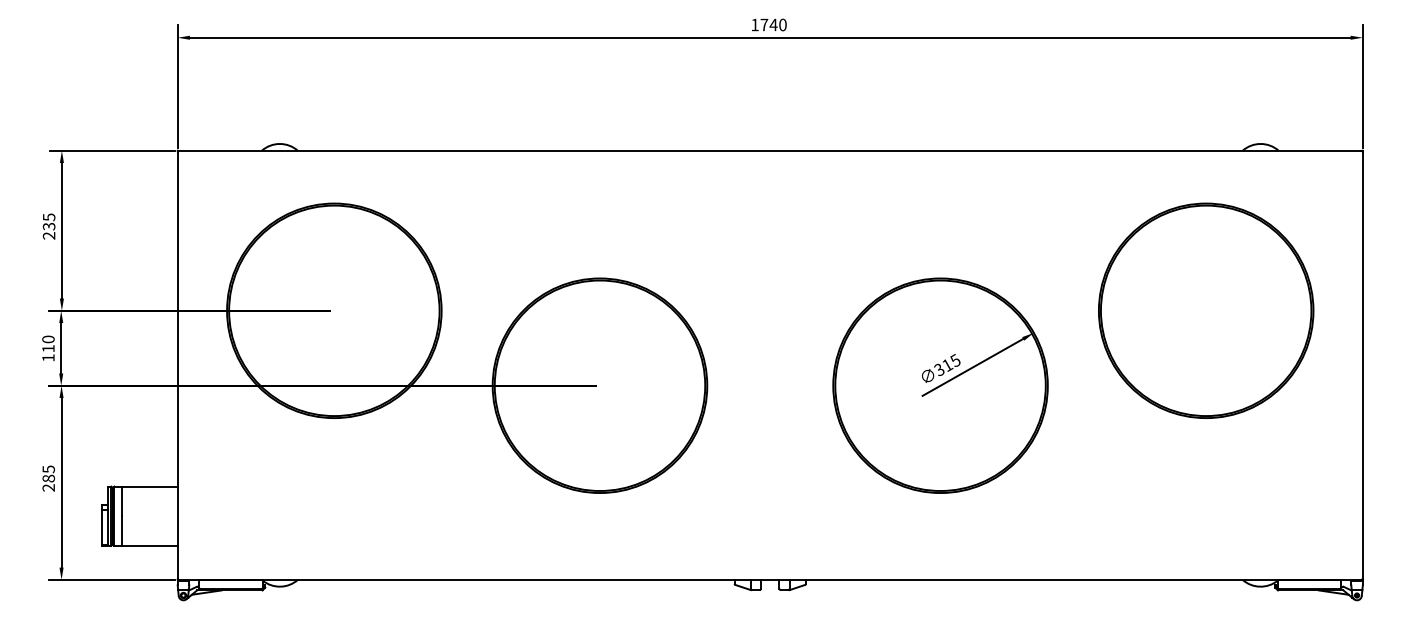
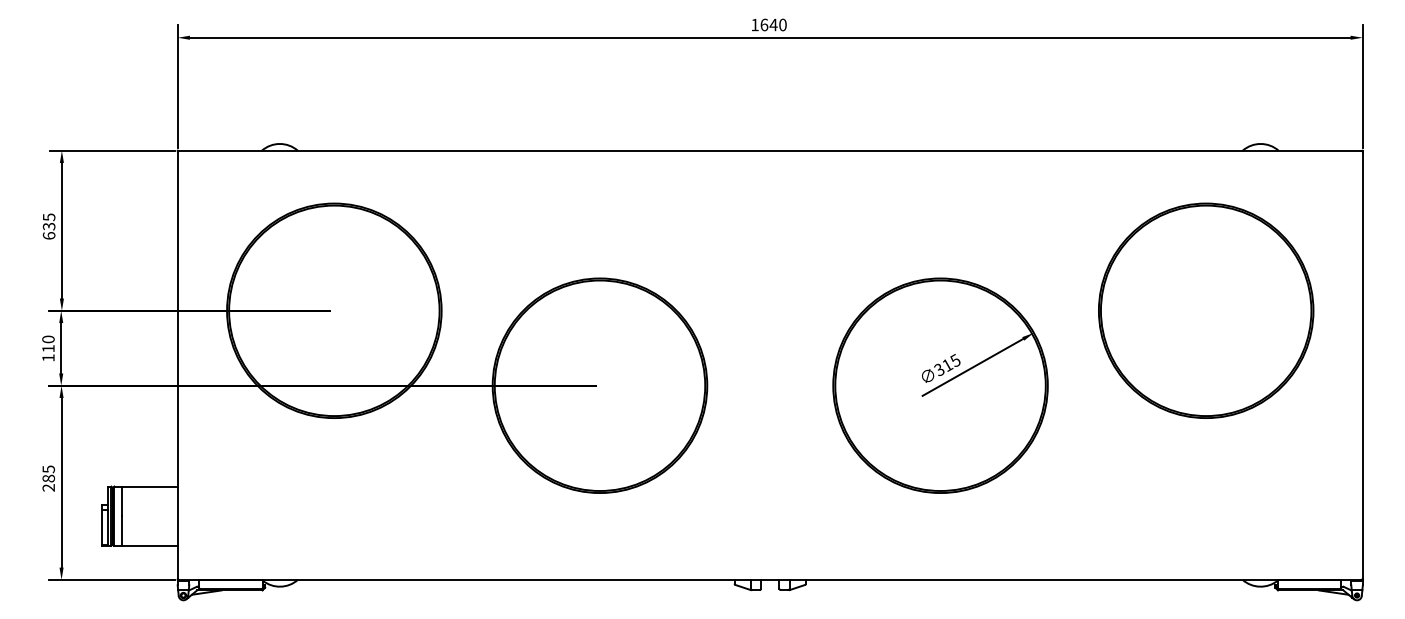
text at (764, 24): 1740 -> 1640
text at (48, 235): 235 -> 635
